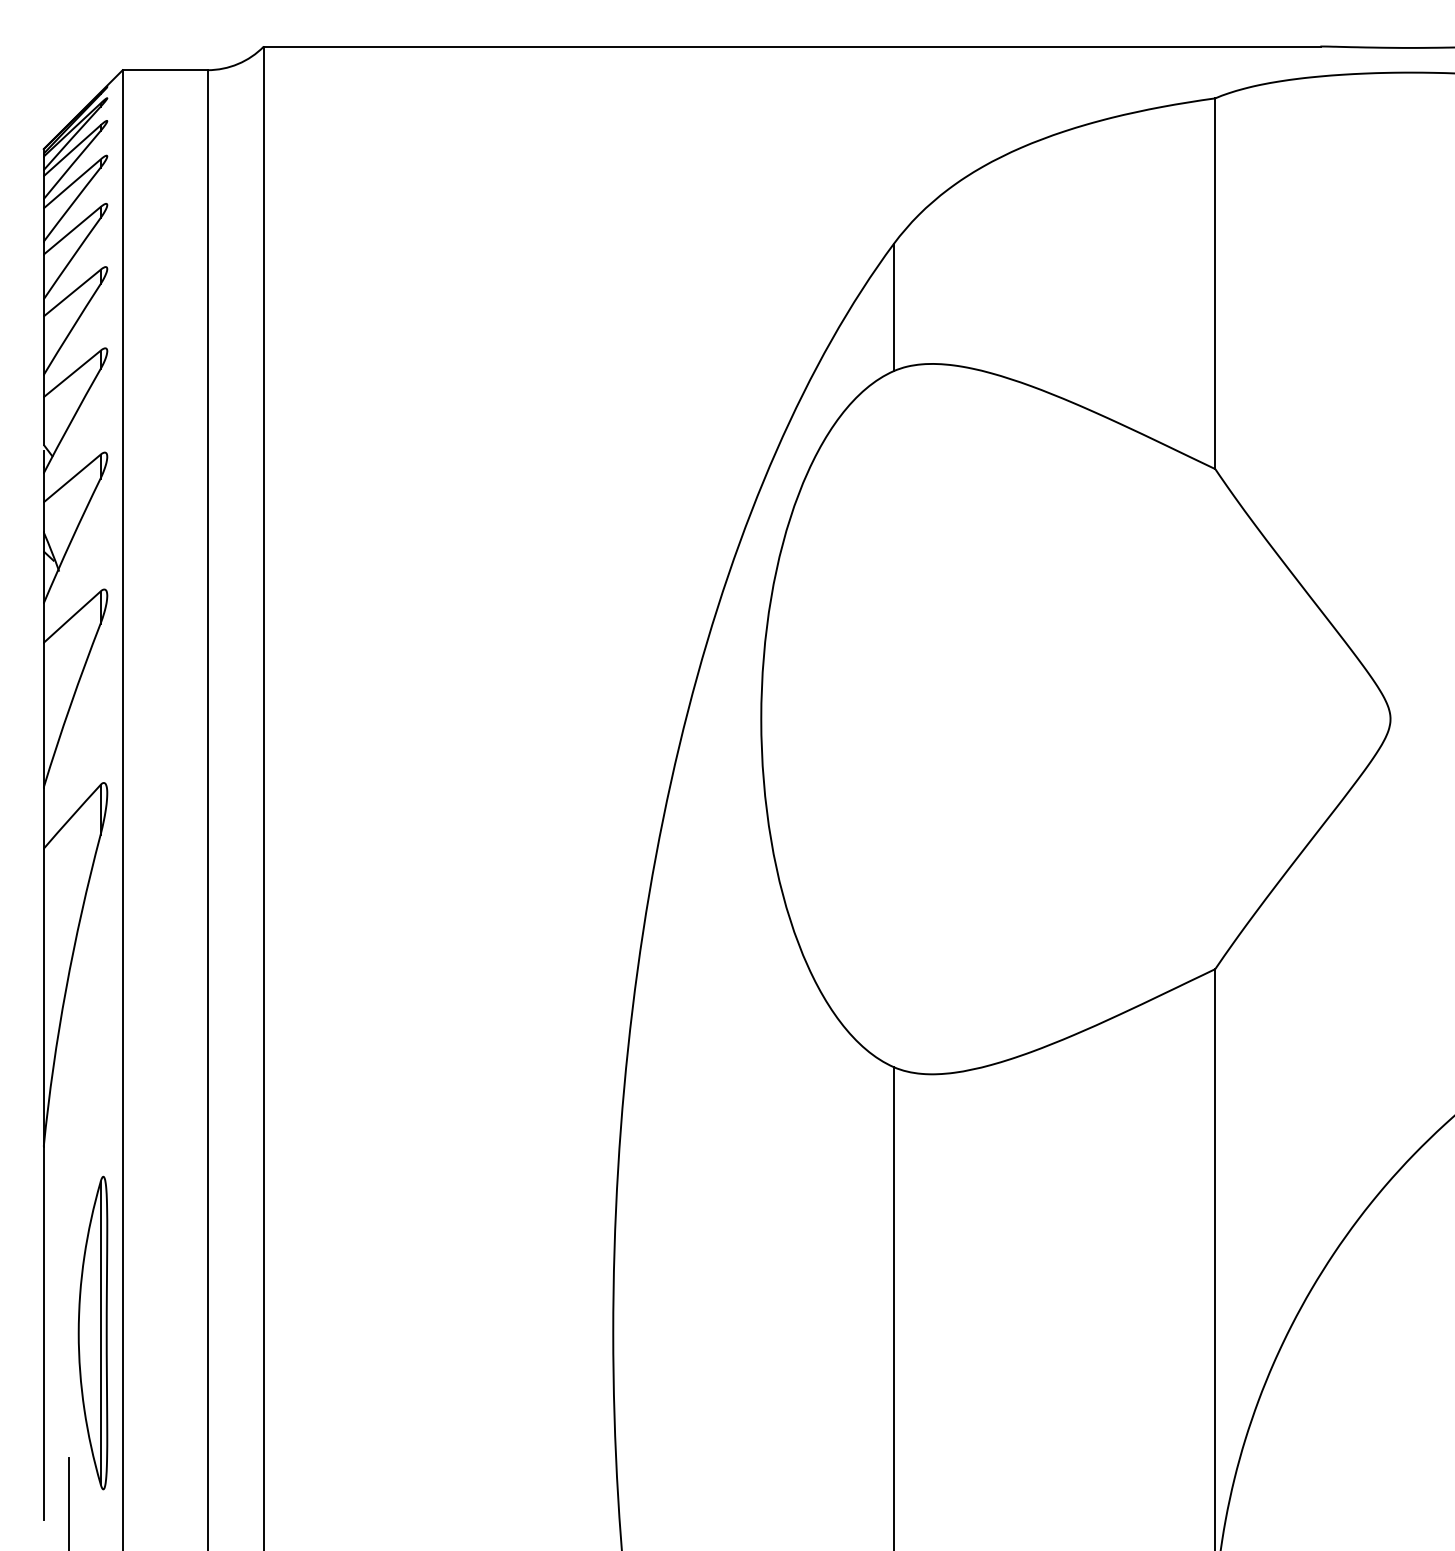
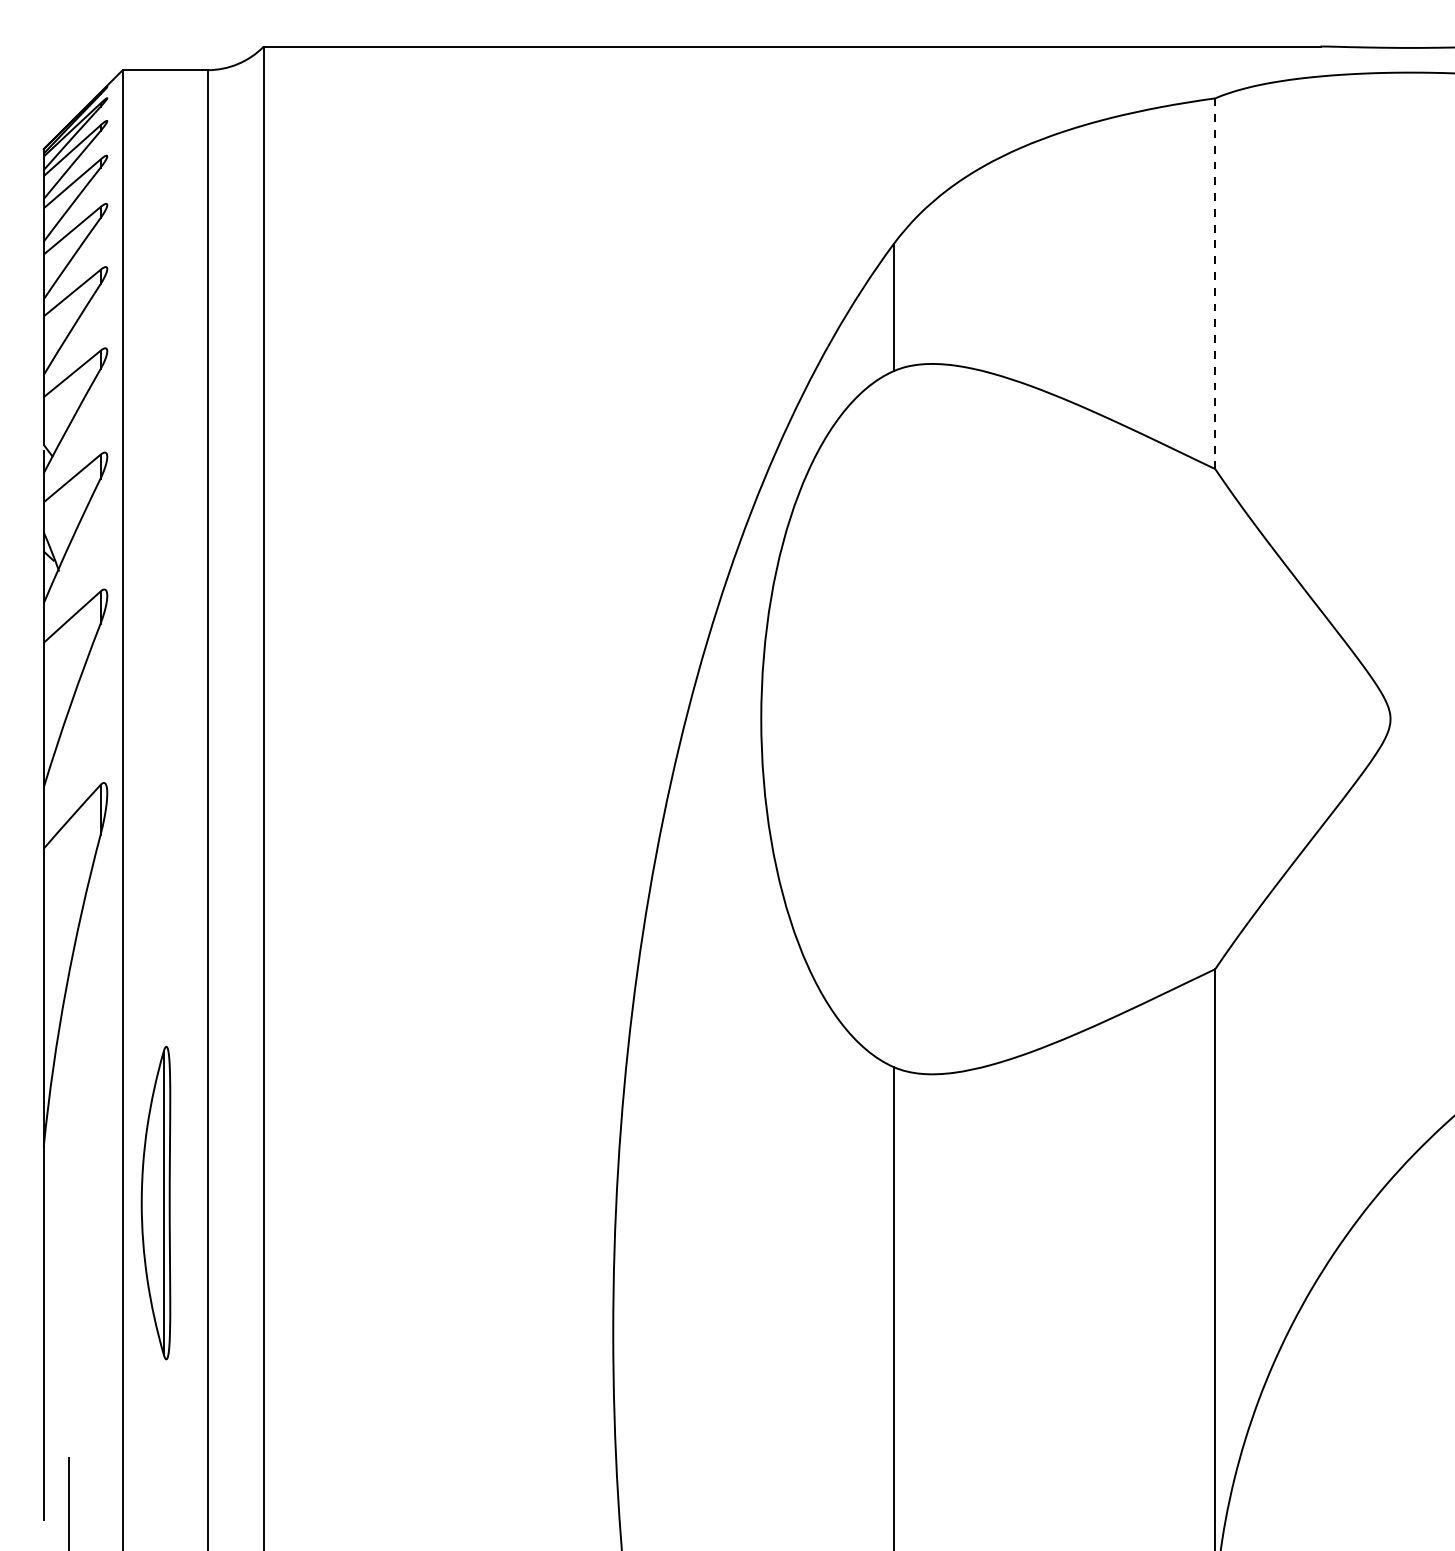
line at (1215, 284): solid -> dashed
part at (92, 1332) position: (92, 1332) -> (155, 1202)
